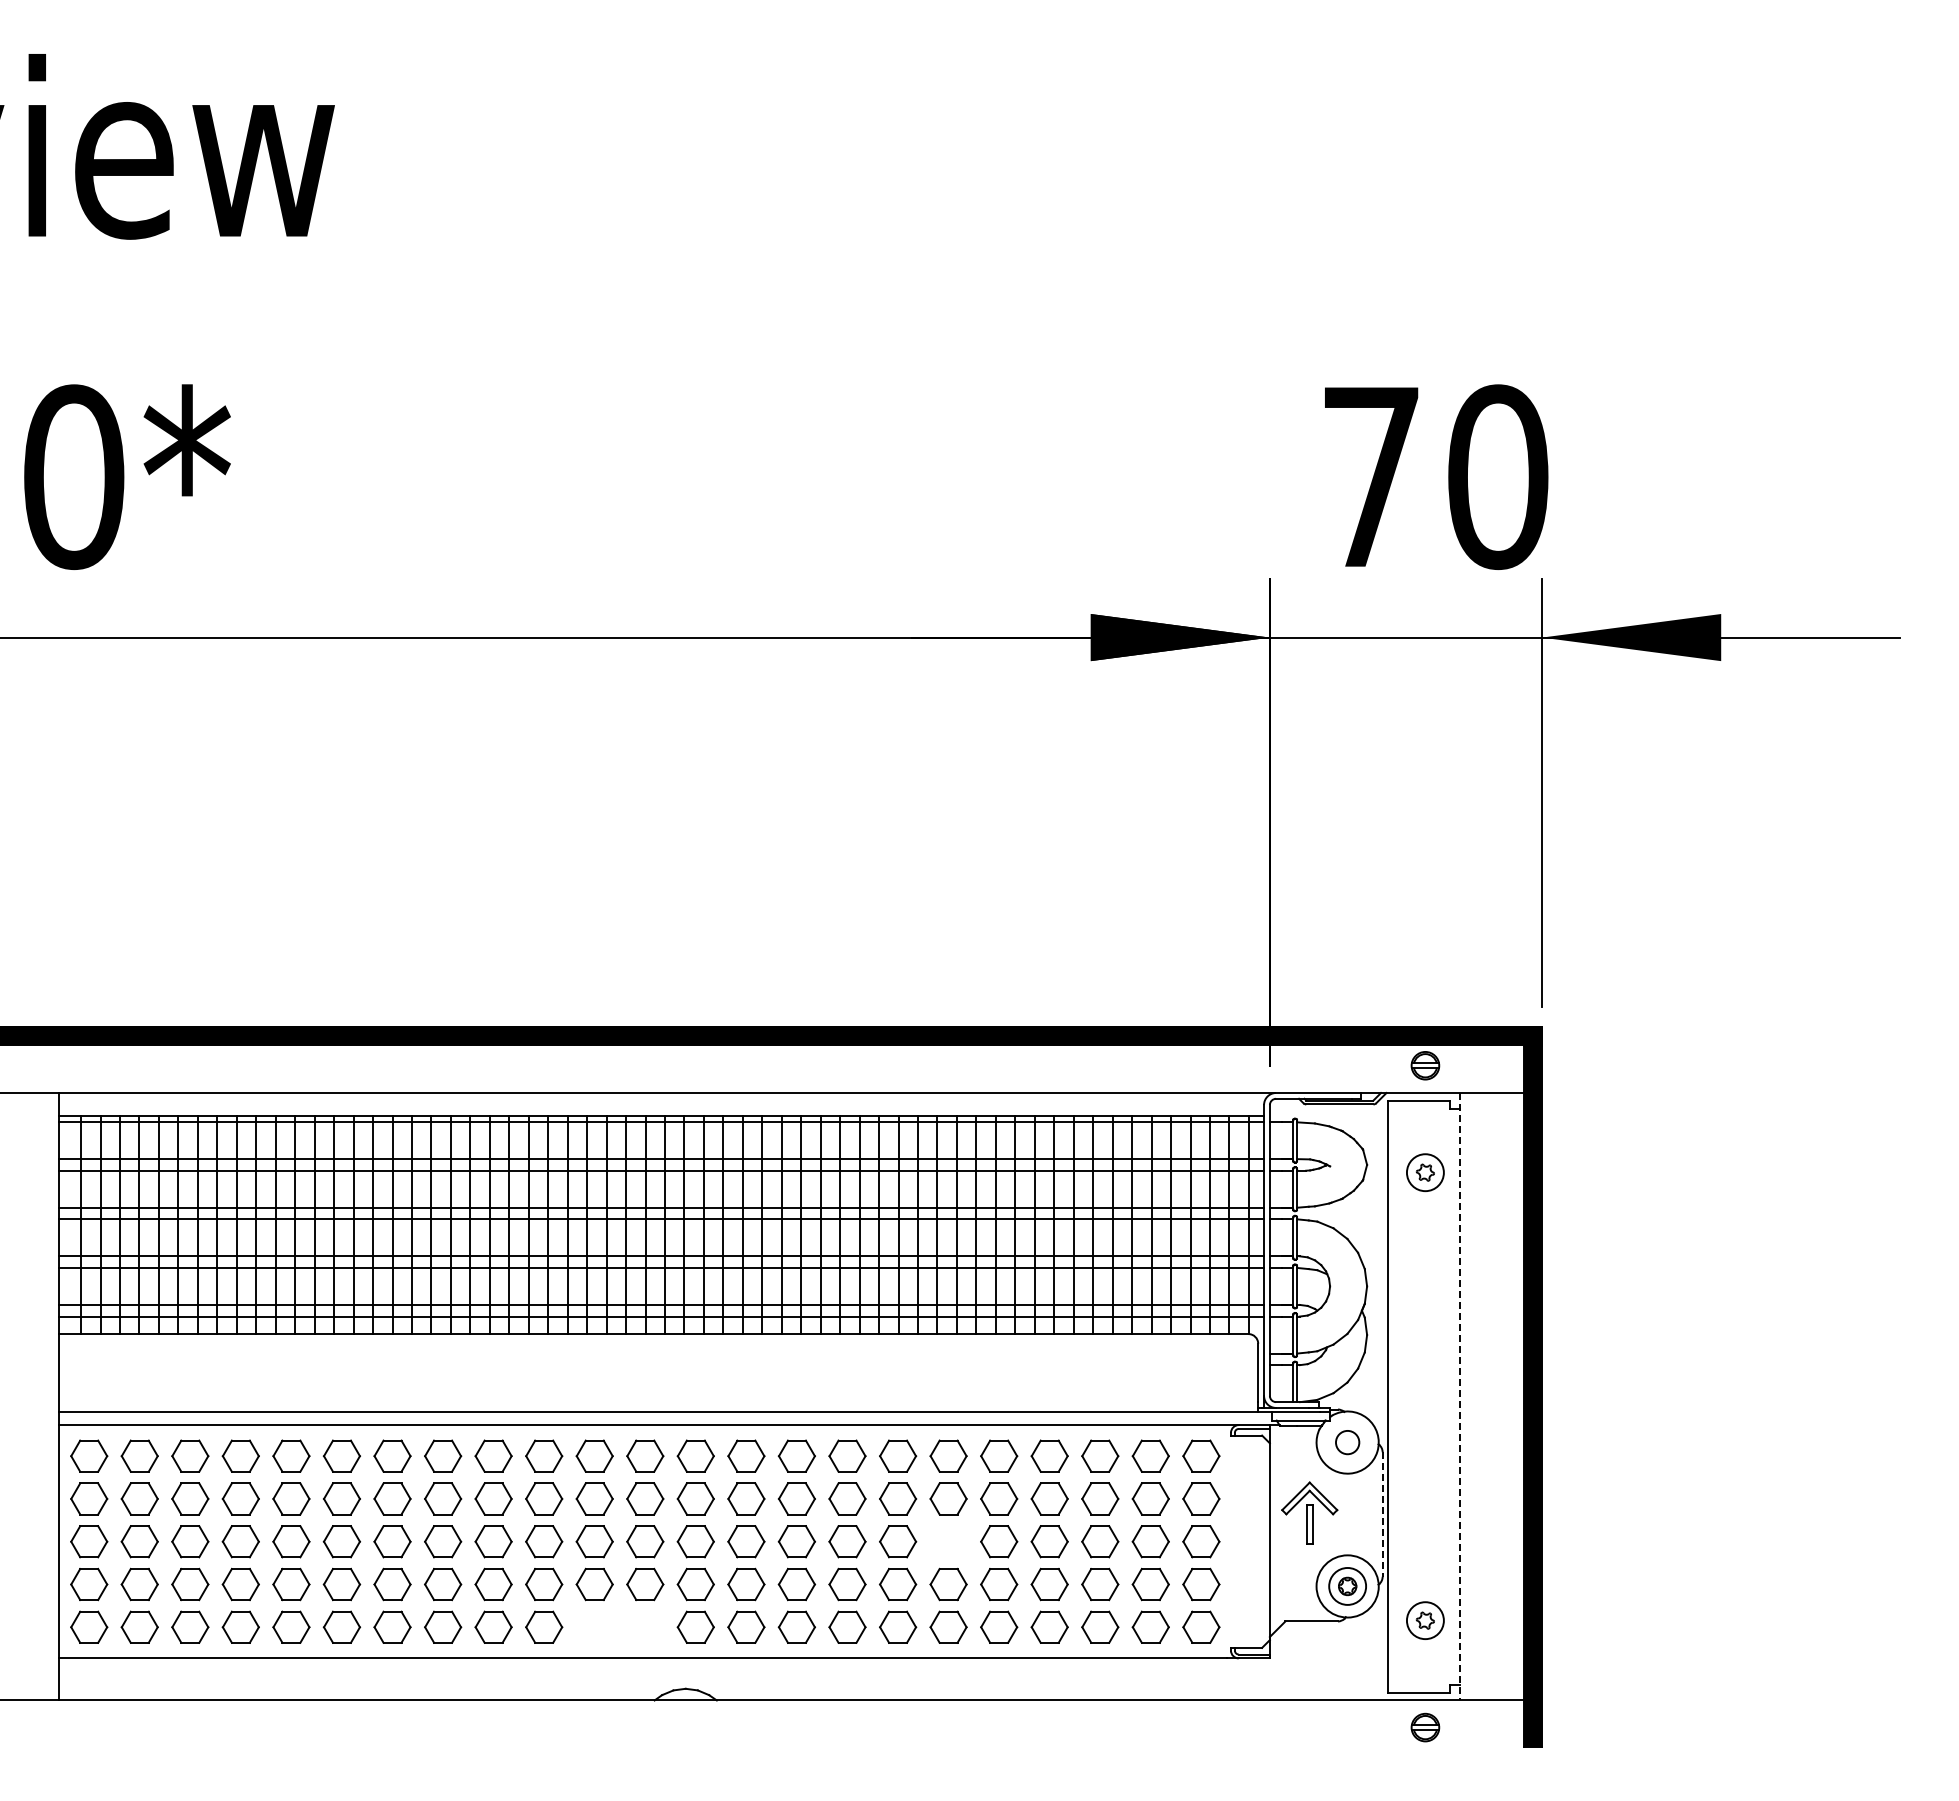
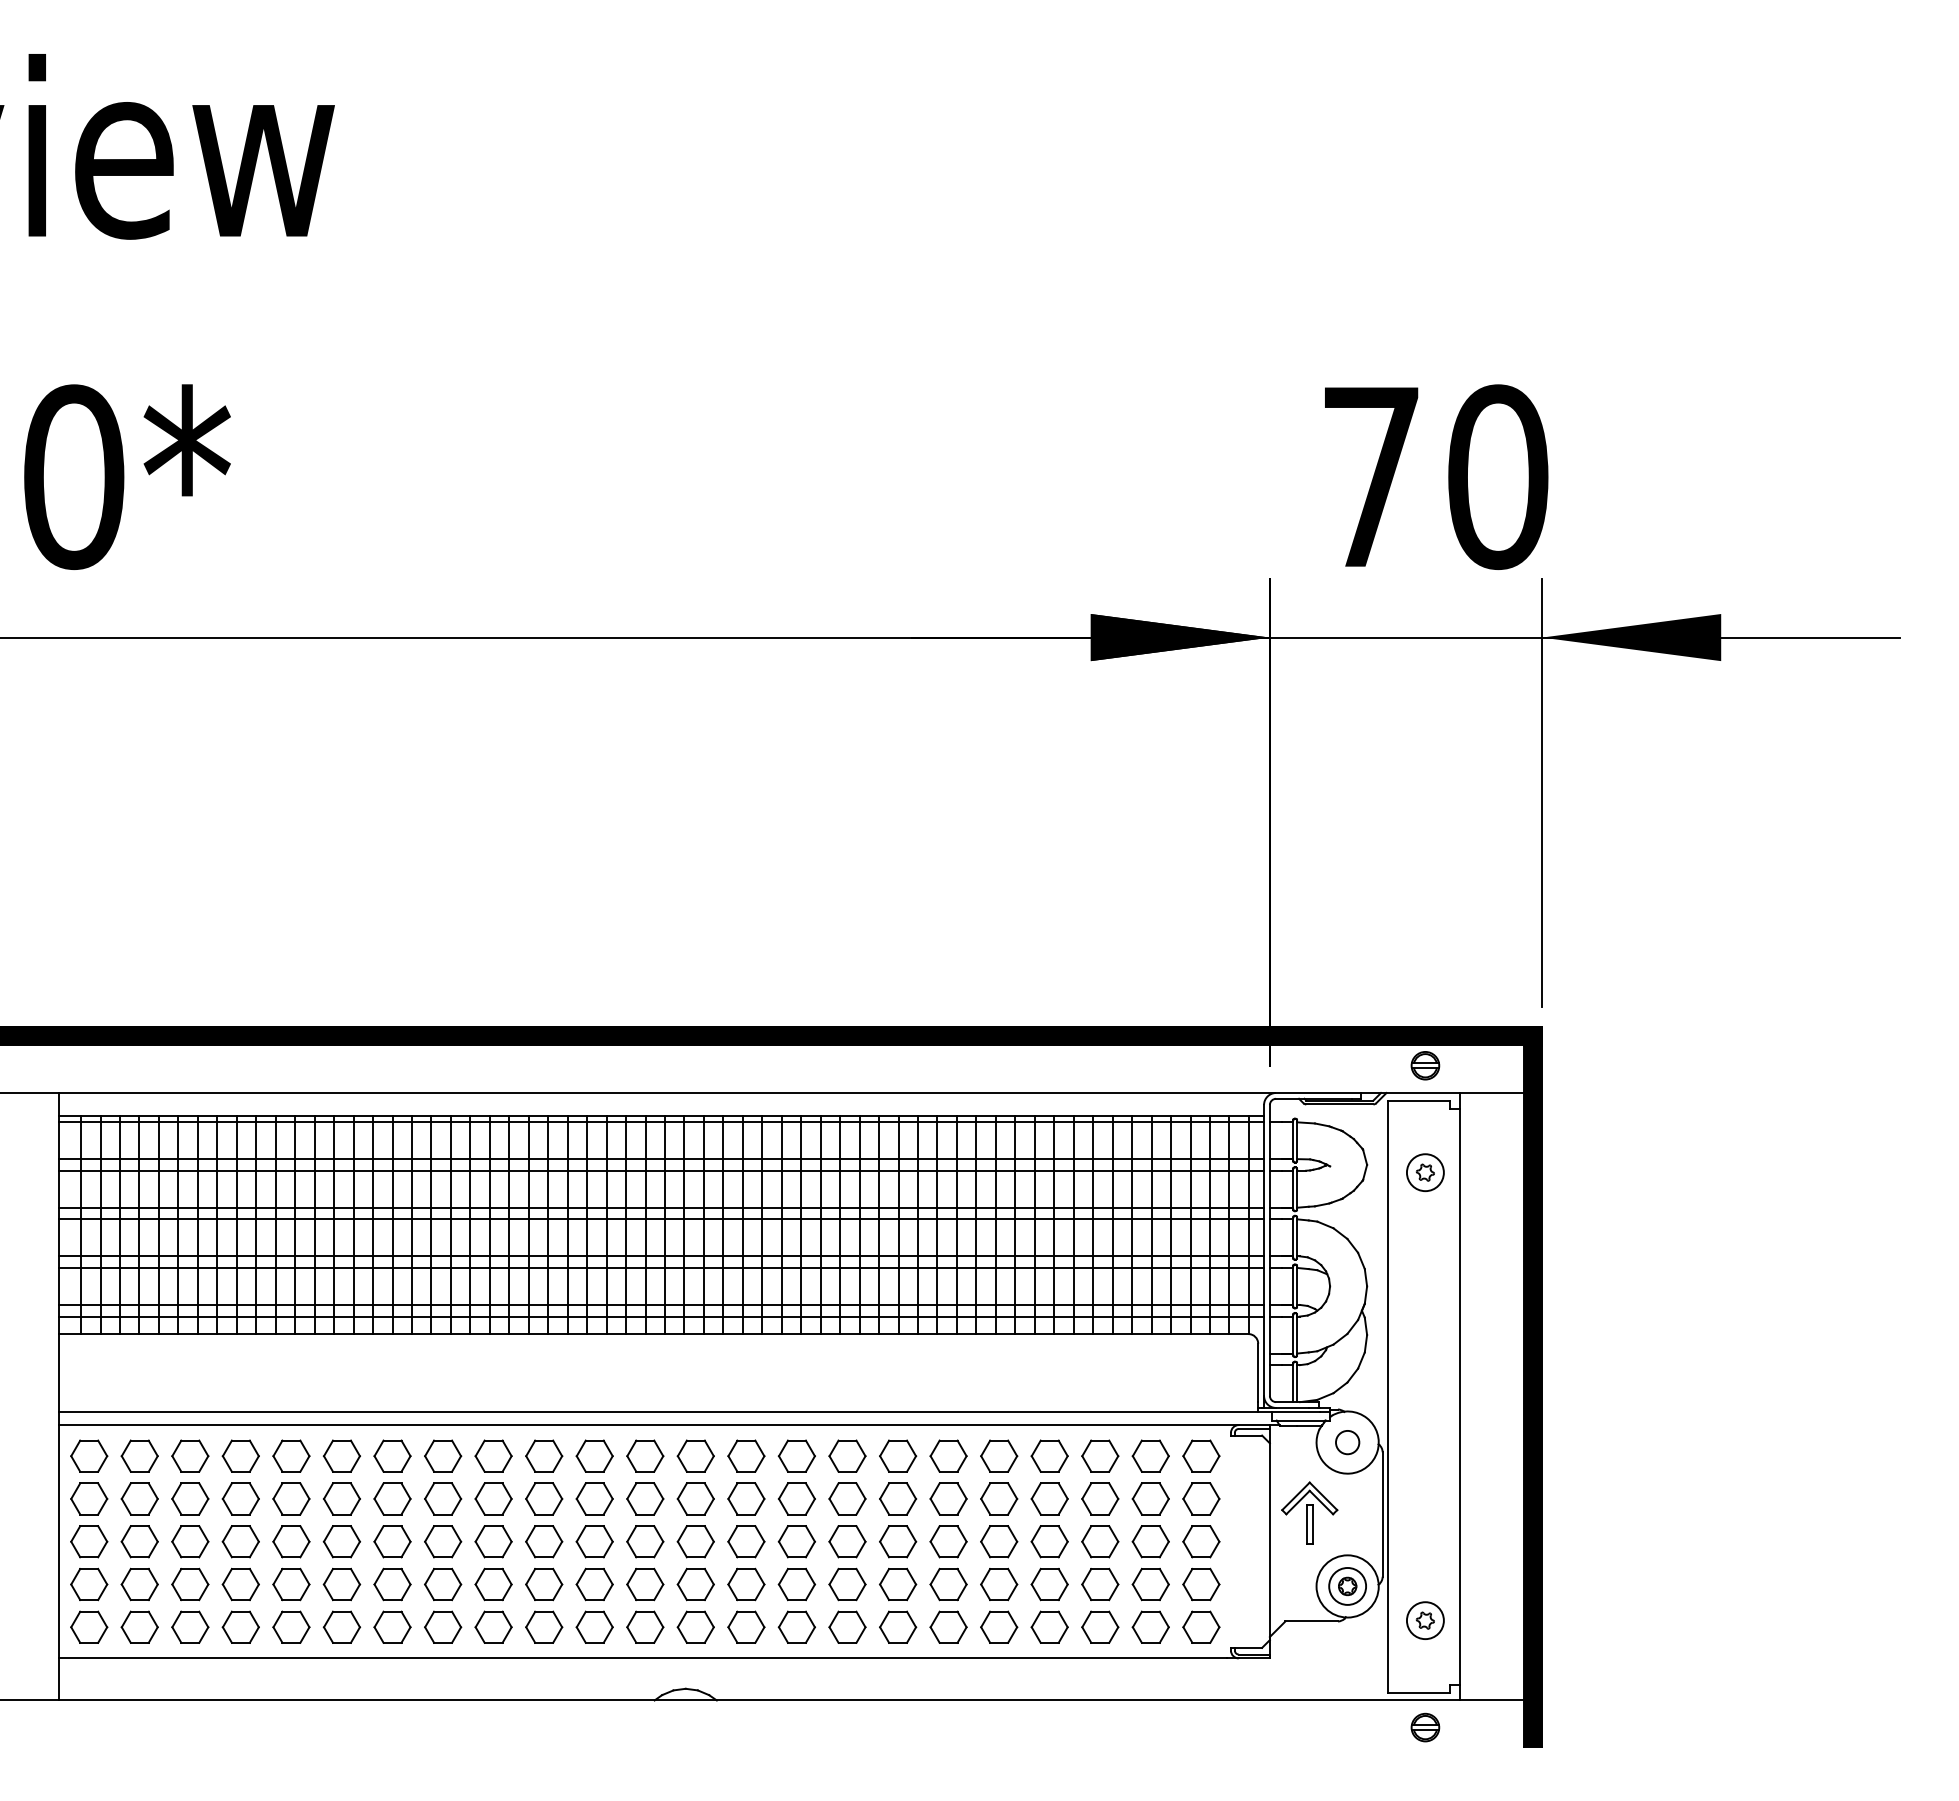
line at (1460, 1396): dashed -> solid
line at (1382, 1515): dashed -> solid
part at (948, 1541): none -> present
part at (594, 1626): none -> present
part at (645, 1626): none -> present
